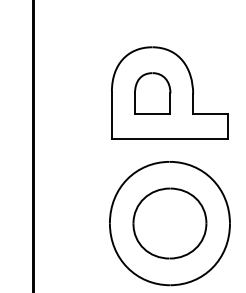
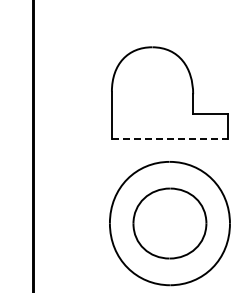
part at (152, 93): present -> none
line at (170, 139): solid -> dashed
